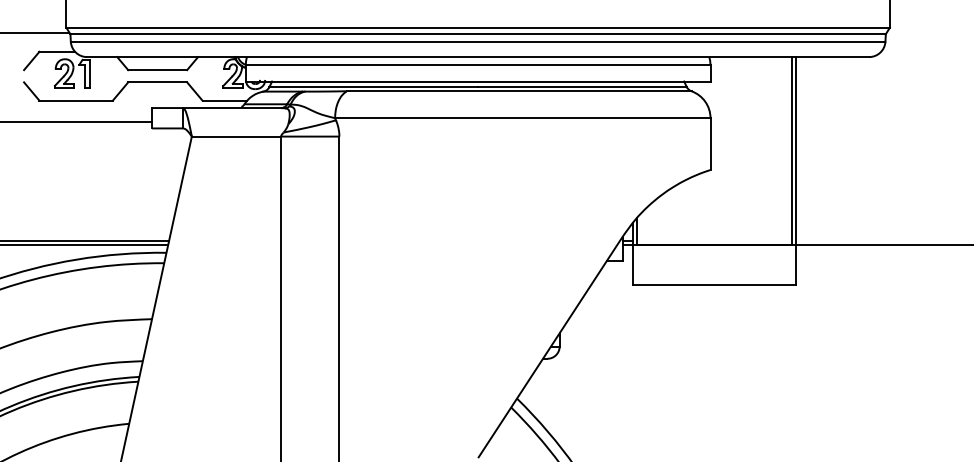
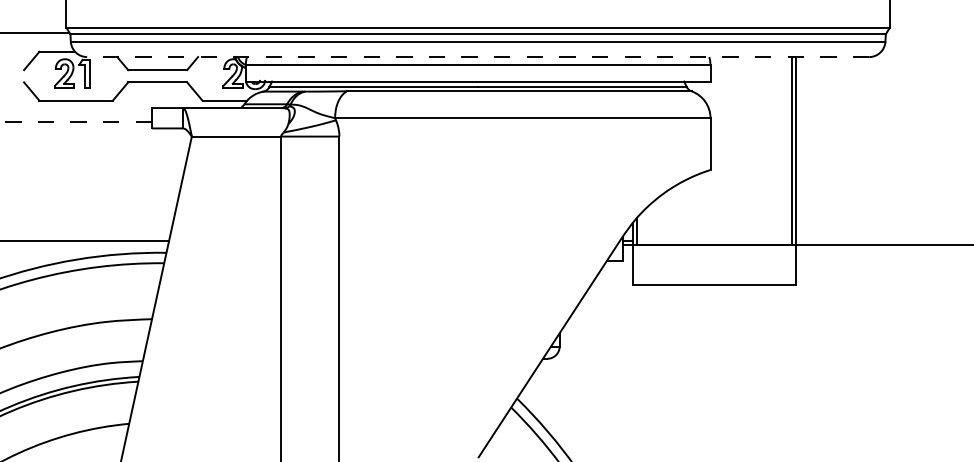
line at (477, 57): solid -> dashed
line at (76, 122): solid -> dashed
line at (85, 244): present -> none
